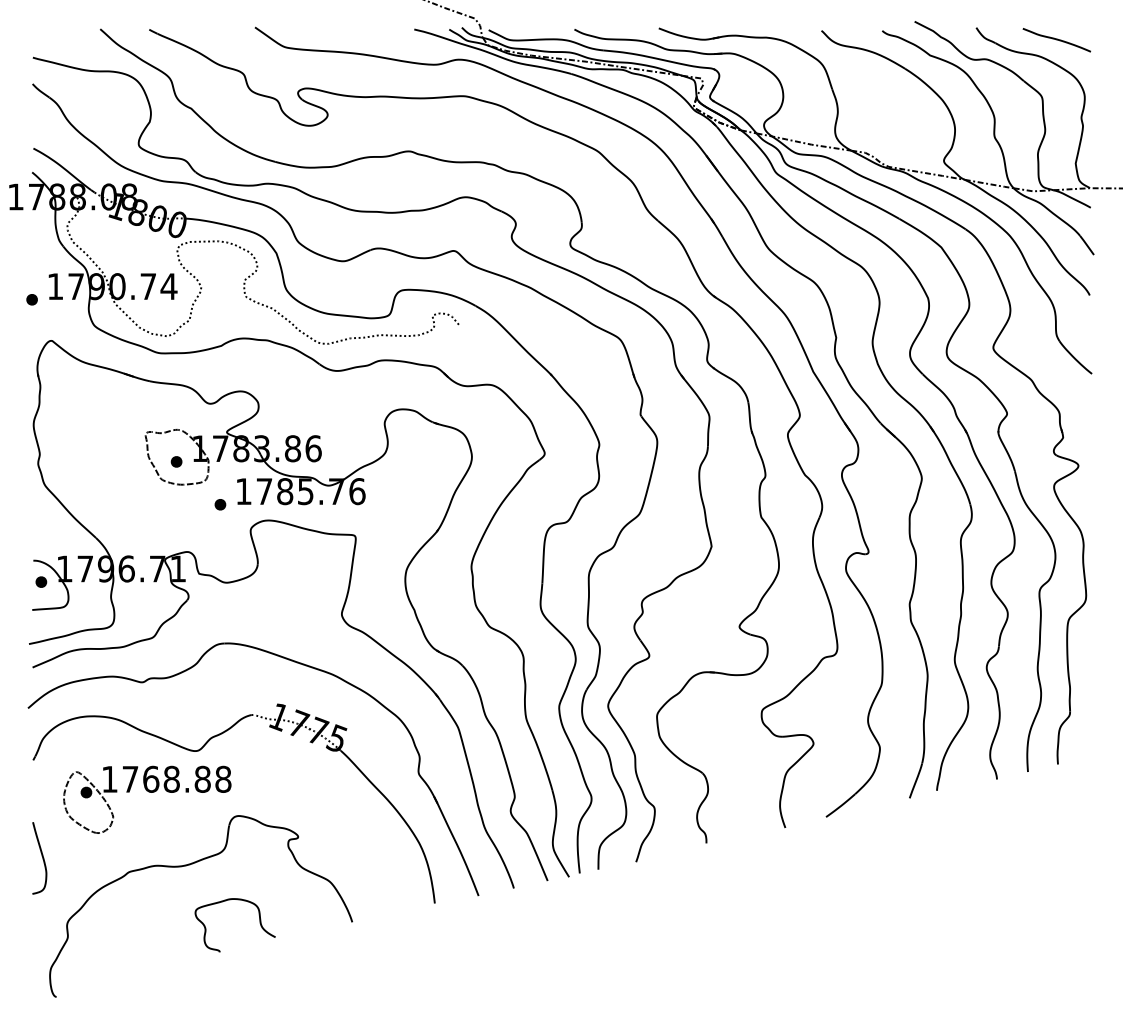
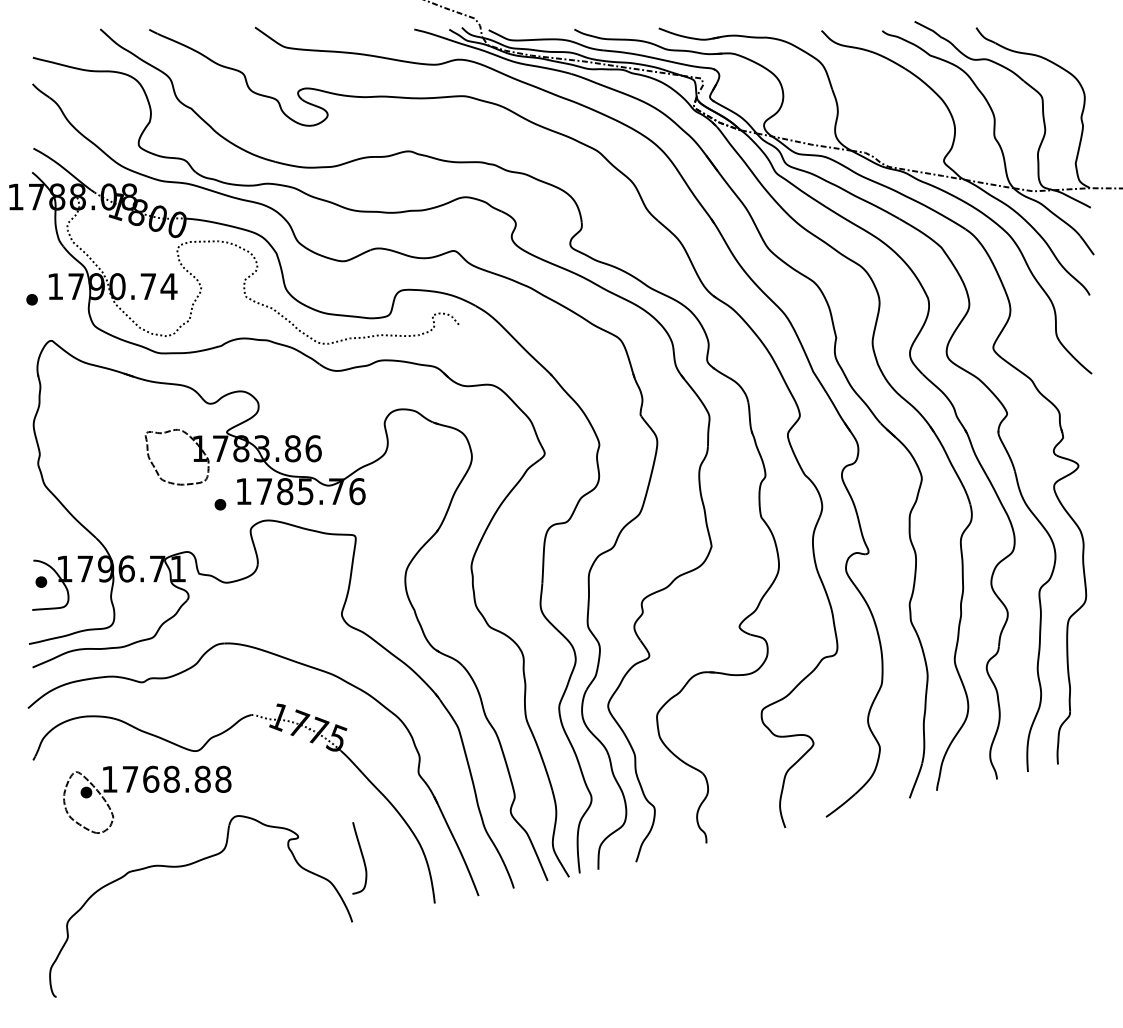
curve at (1056, 40): present -> none
part at (176, 461): present -> none
curve at (41, 856) position: (41, 856) -> (361, 856)
curve at (259, 923): present -> none
